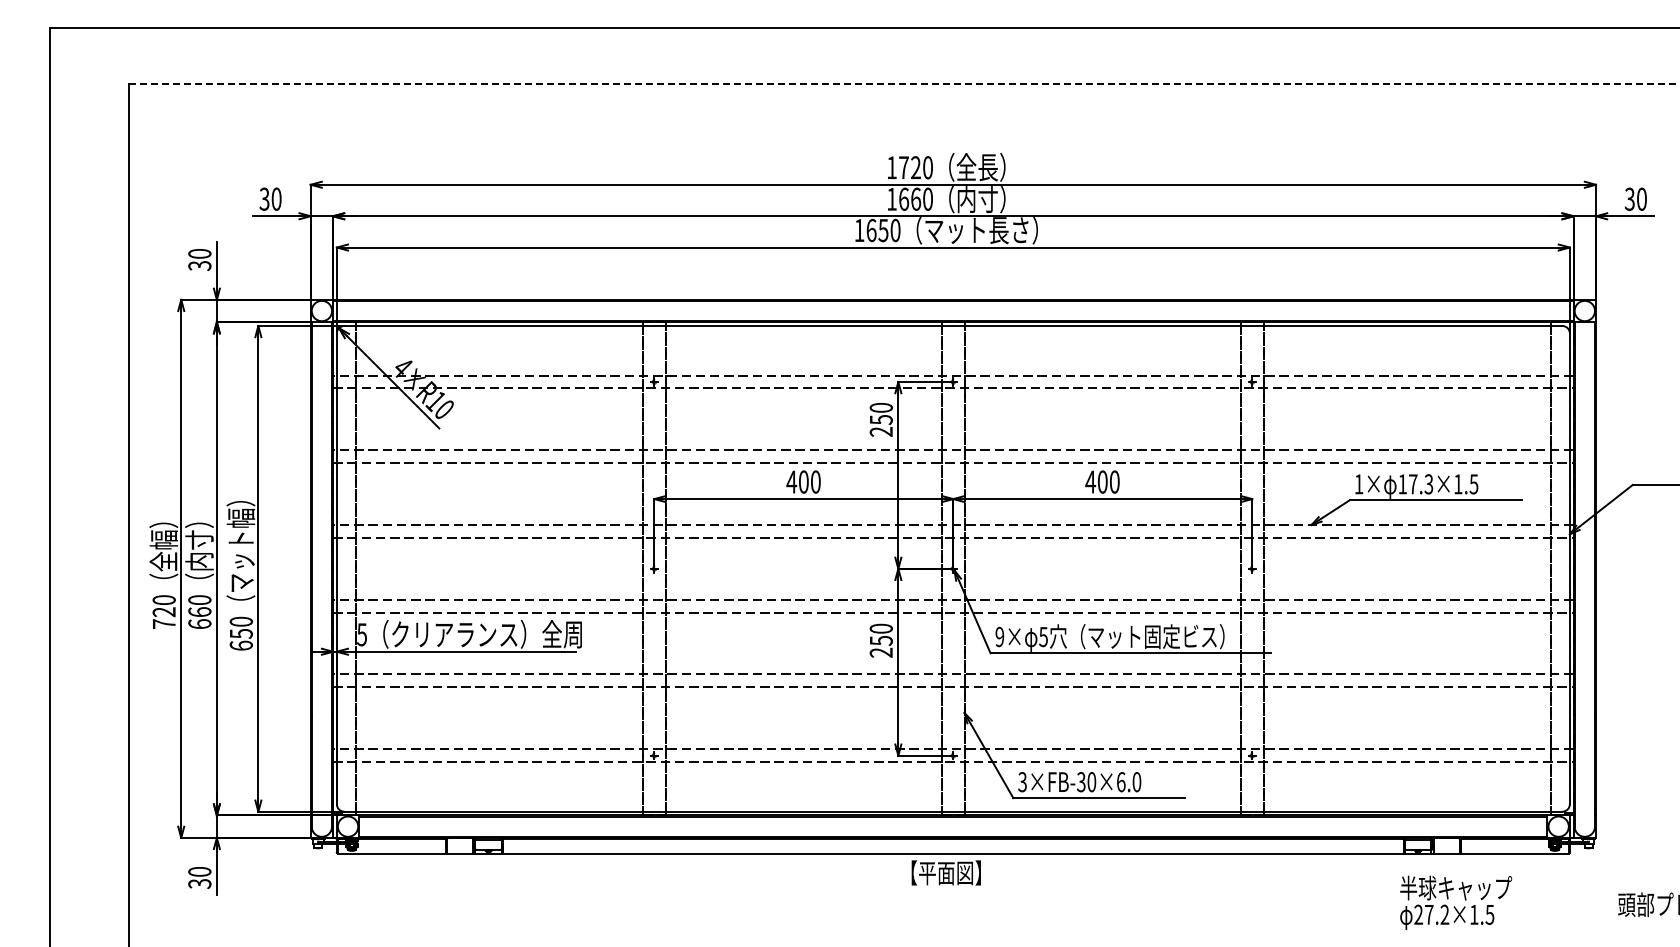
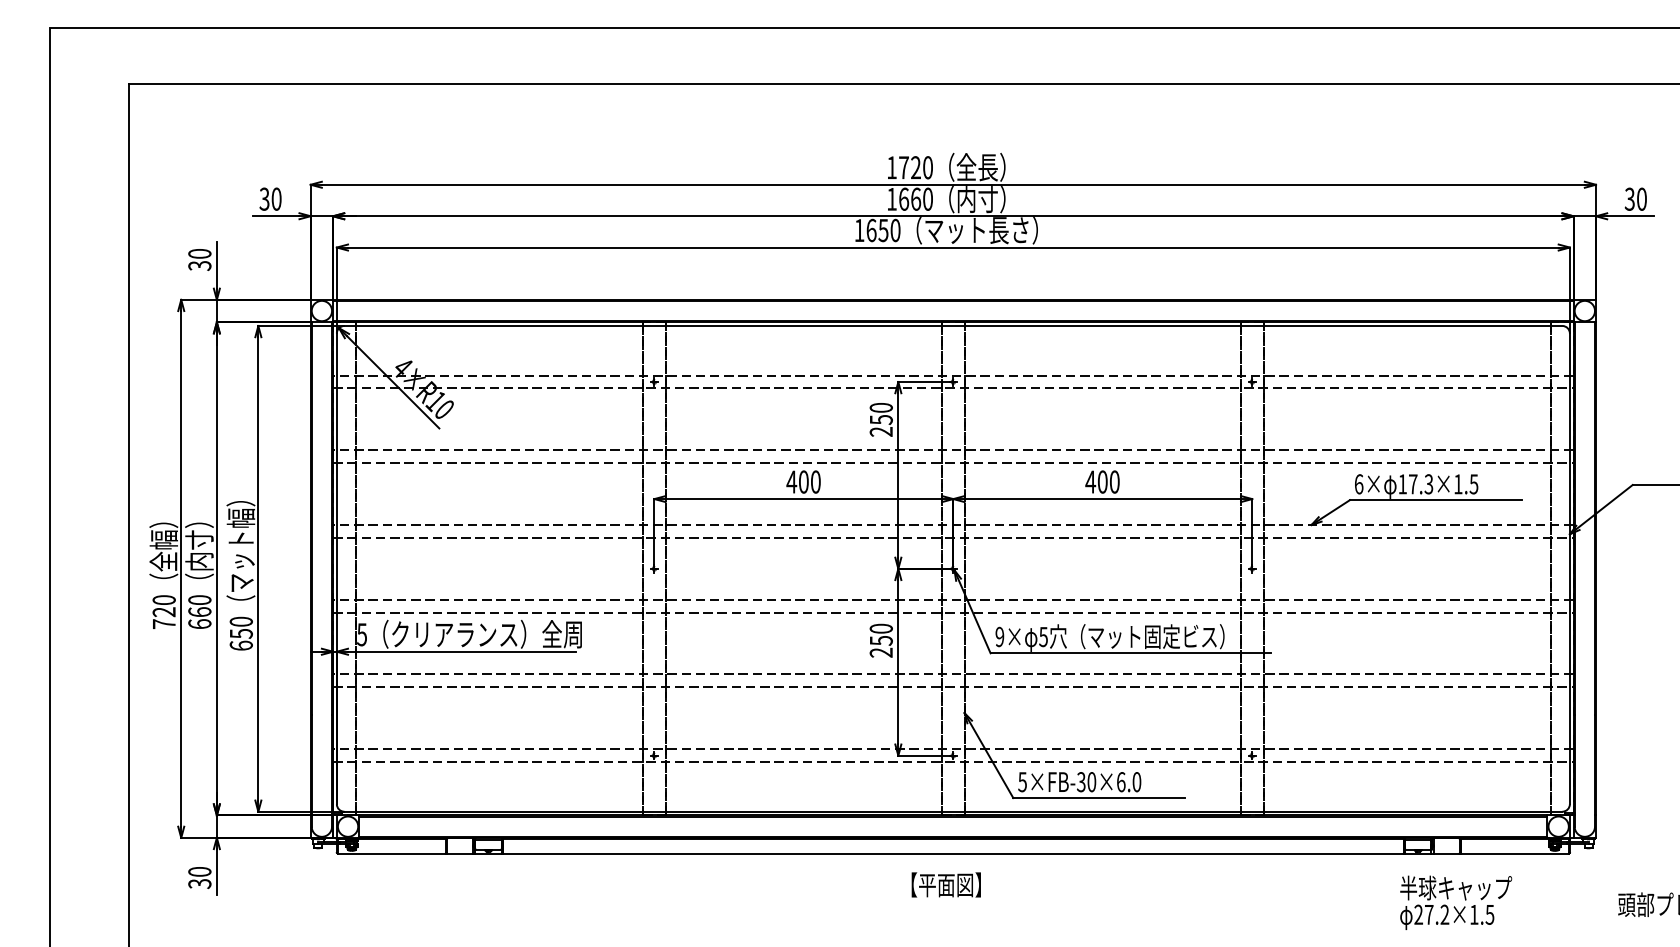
line at (904, 83): dashed -> solid
text at (1359, 484): 1× -> 6×
text at (1022, 781): 3×FB-30×6.0 -> 5×FB-30×6.0
text at (945, 872) position: (945, 872) -> (945, 884)
